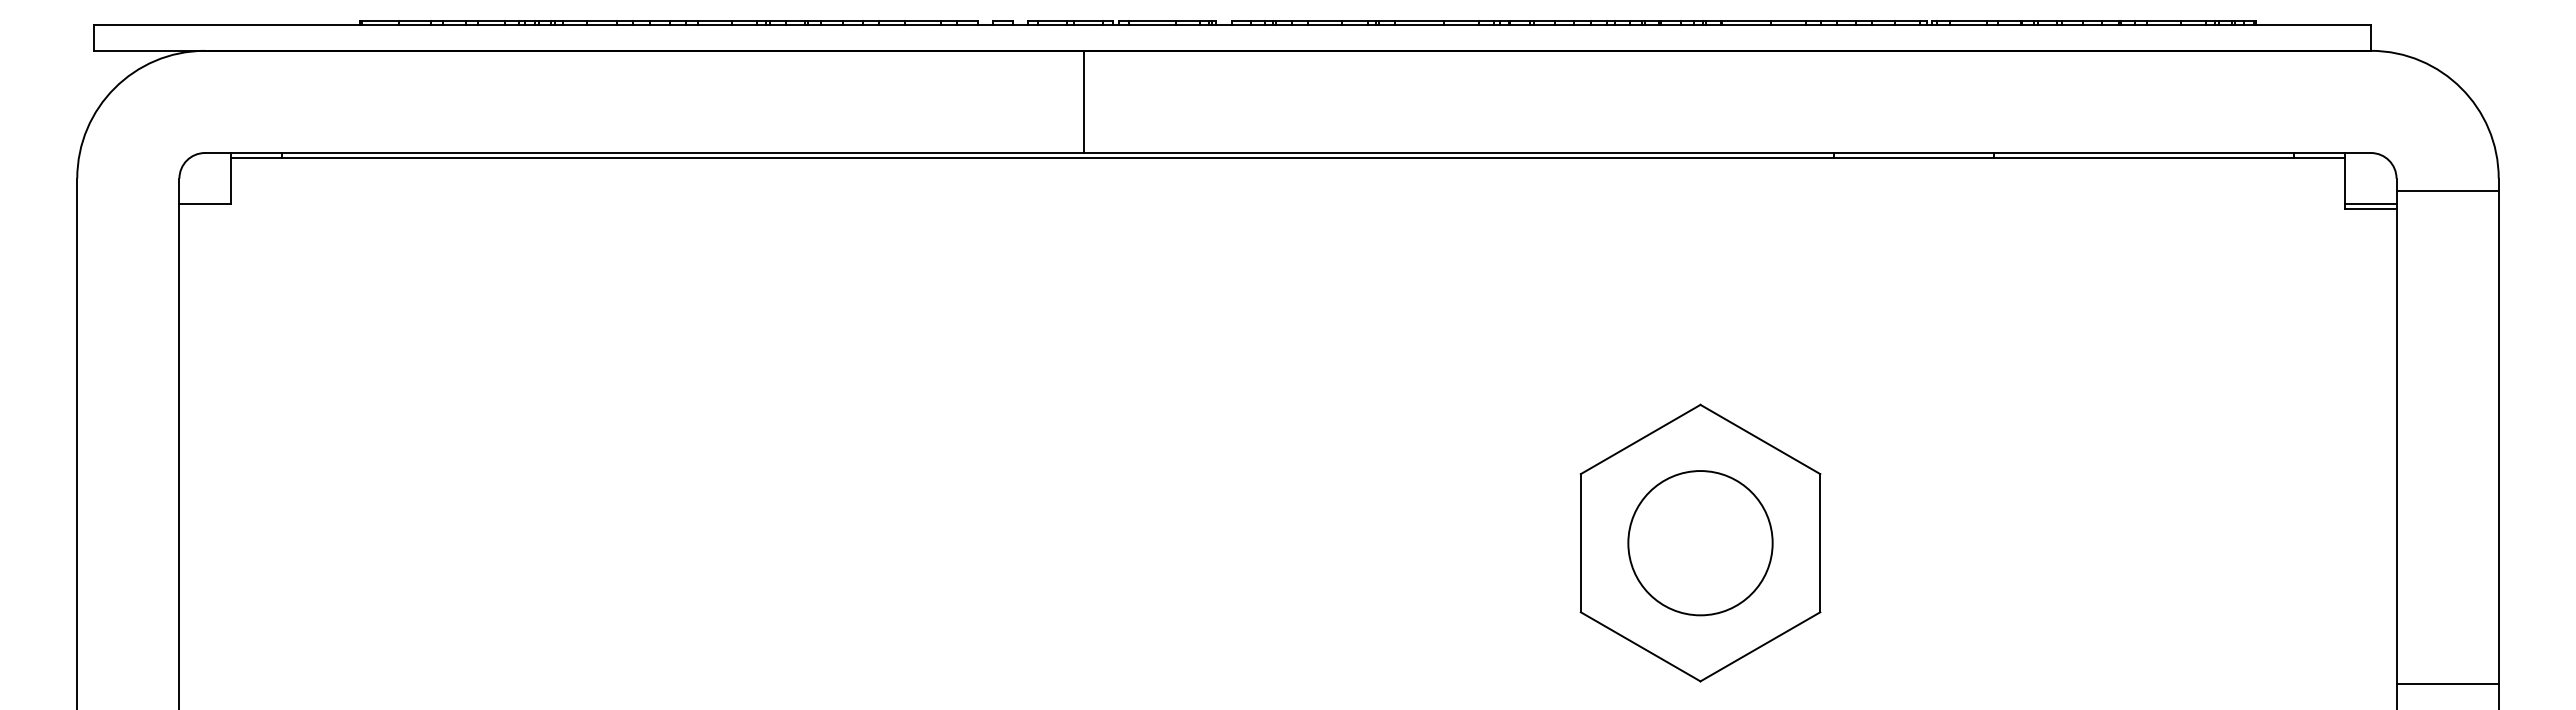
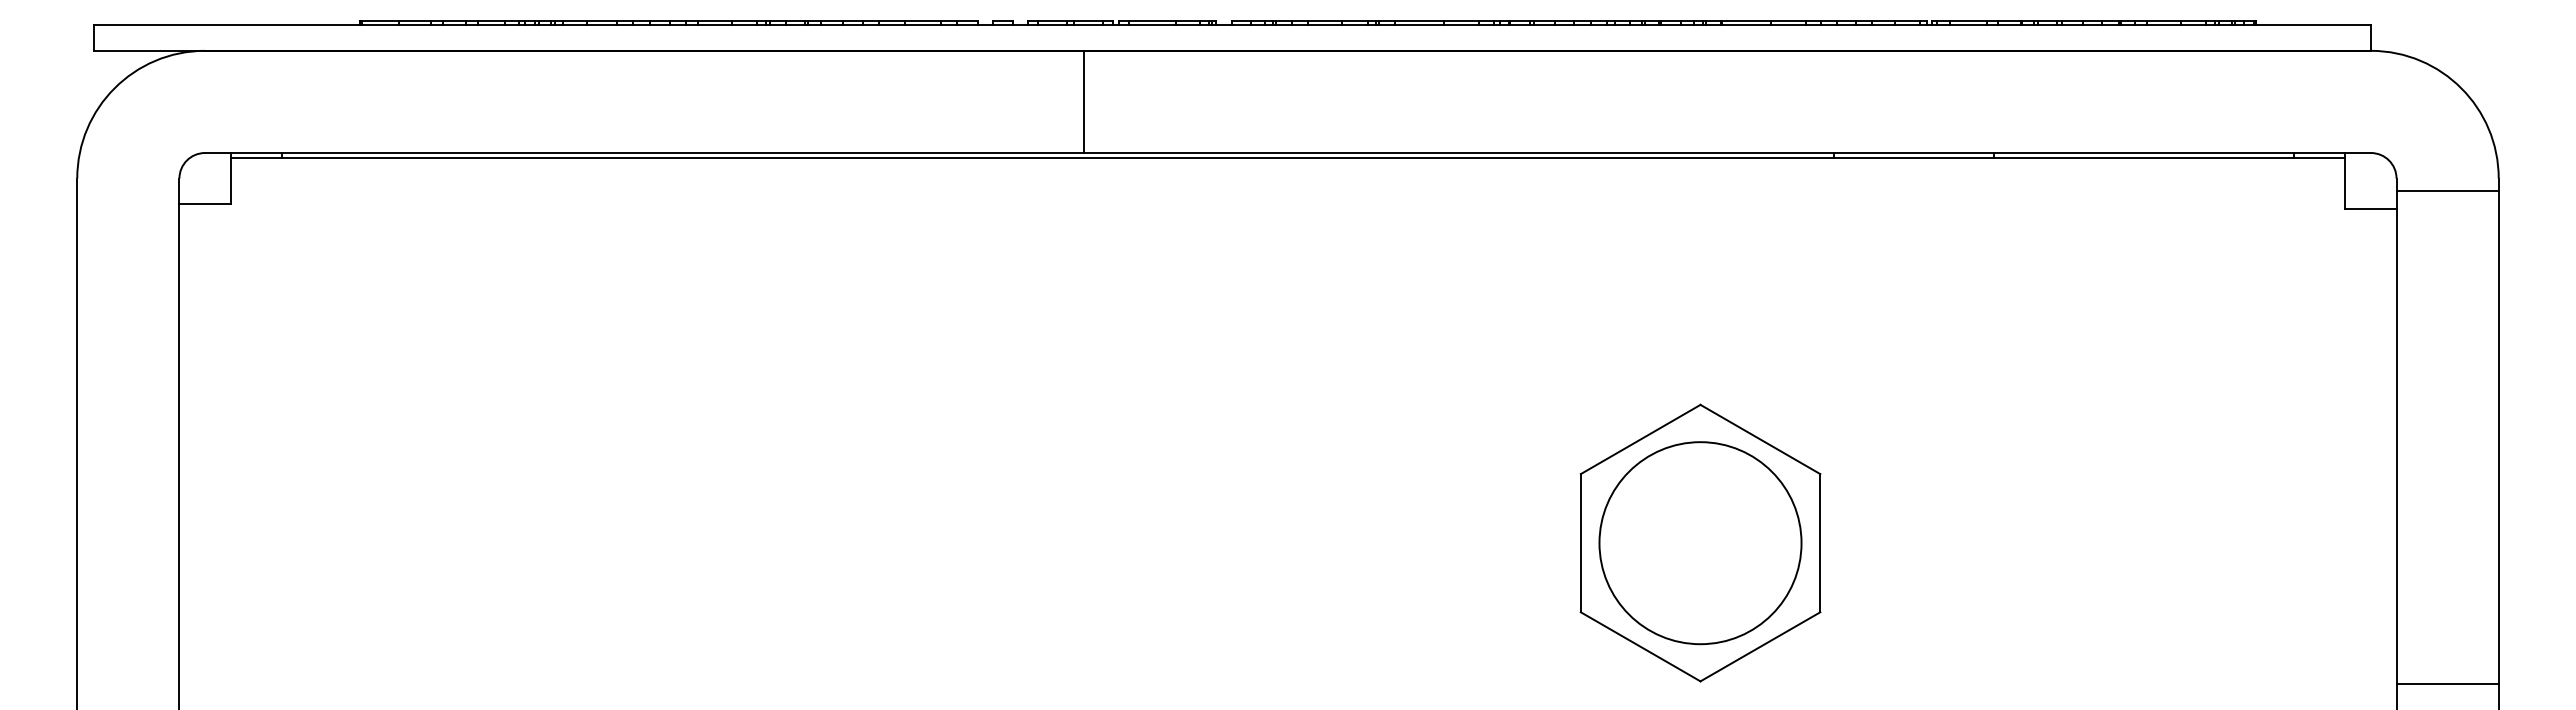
line at (2370, 204): present -> none
circle at (1700, 543) diameter: 144 px -> 202 px
